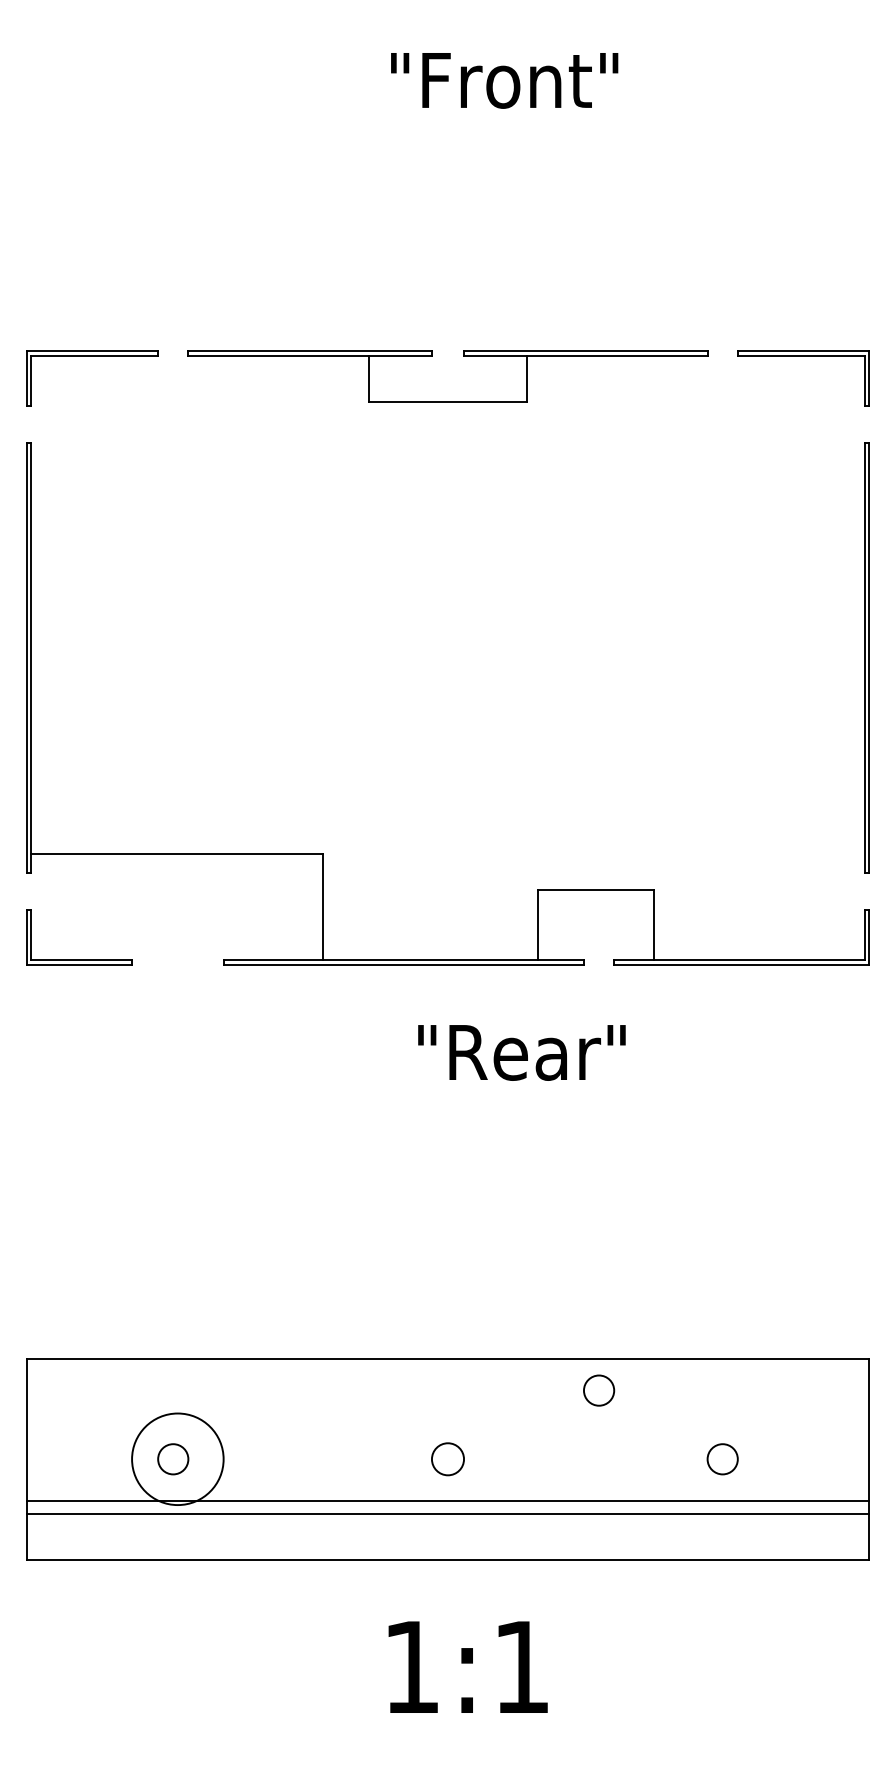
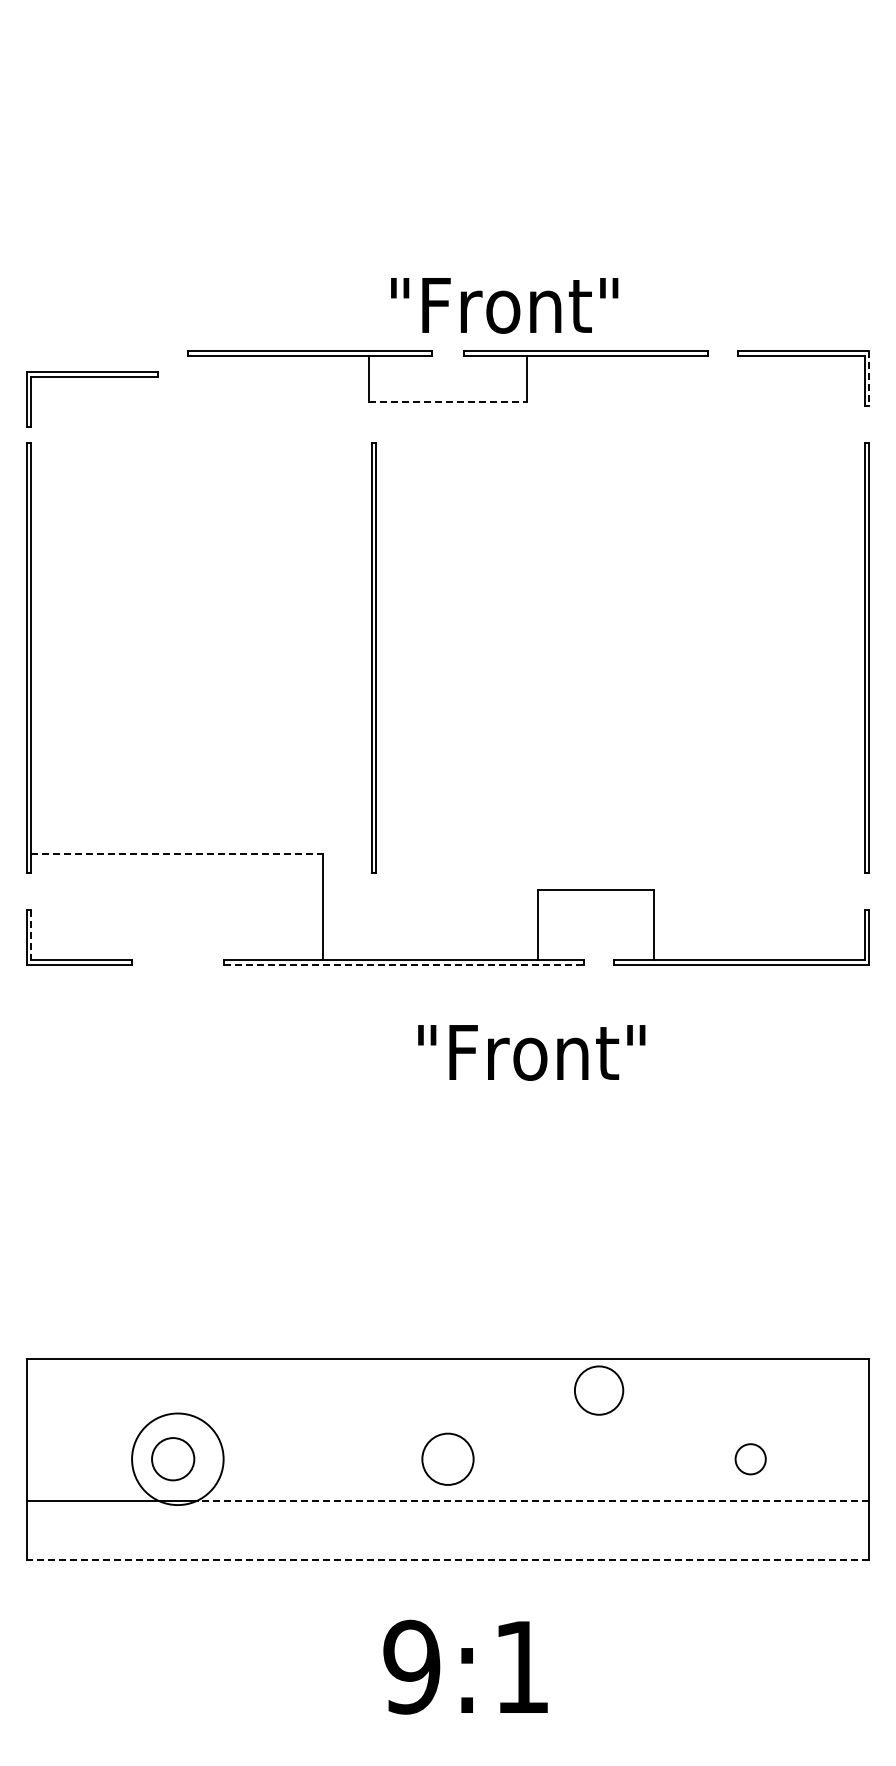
text at (504, 80) position: (504, 80) -> (504, 305)
part at (92, 356) position: (92, 356) -> (92, 377)
line at (869, 379): solid -> dashed
line at (448, 402): solid -> dashed
part at (373, 657): none -> present
line at (177, 854): solid -> dashed
line at (31, 935): solid -> dashed
line at (404, 964): solid -> dashed
text at (550, 1052): "Rear" -> "Front"
circle at (598, 1390) diameter: 30 px -> 48 px
circle at (173, 1459) size: 33x33 px -> 45x45 px
circle at (447, 1459) diameter: 32 px -> 51 px
circle at (722, 1459) position: (722, 1459) -> (750, 1459)
line at (533, 1500): solid -> dashed
line at (447, 1514): present -> none
line at (447, 1560): solid -> dashed
text at (411, 1666): 1:1 -> 9:1
